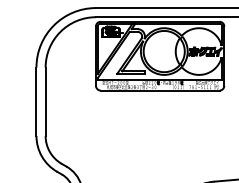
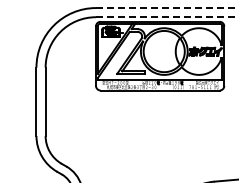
line at (167, 8): solid -> dashed
line at (167, 17): solid -> dashed
